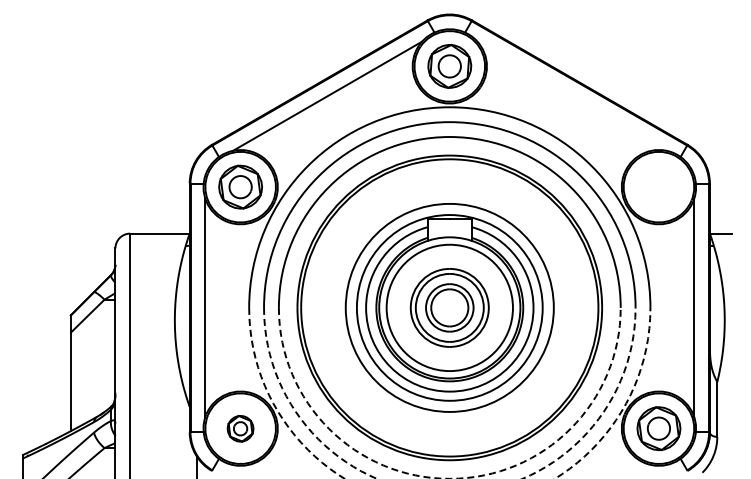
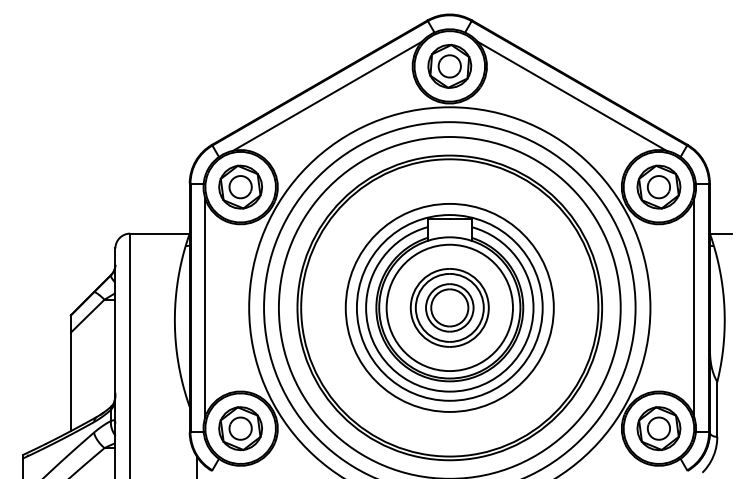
line at (571, 95): none -> present
part at (658, 186): none -> present
part at (240, 428) size: 29x28 px -> 45x46 px
arc at (449, 478): dashed -> solid
arc at (522, 478): dashed -> solid
arc at (554, 478): dashed -> solid
